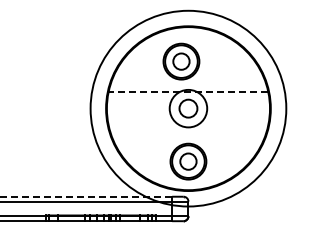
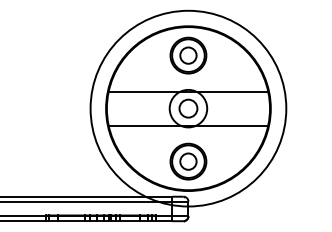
part at (181, 61) position: (181, 61) -> (188, 55)
line at (188, 91): dashed -> solid
line at (188, 125): none -> present
line at (86, 196): dashed -> solid
